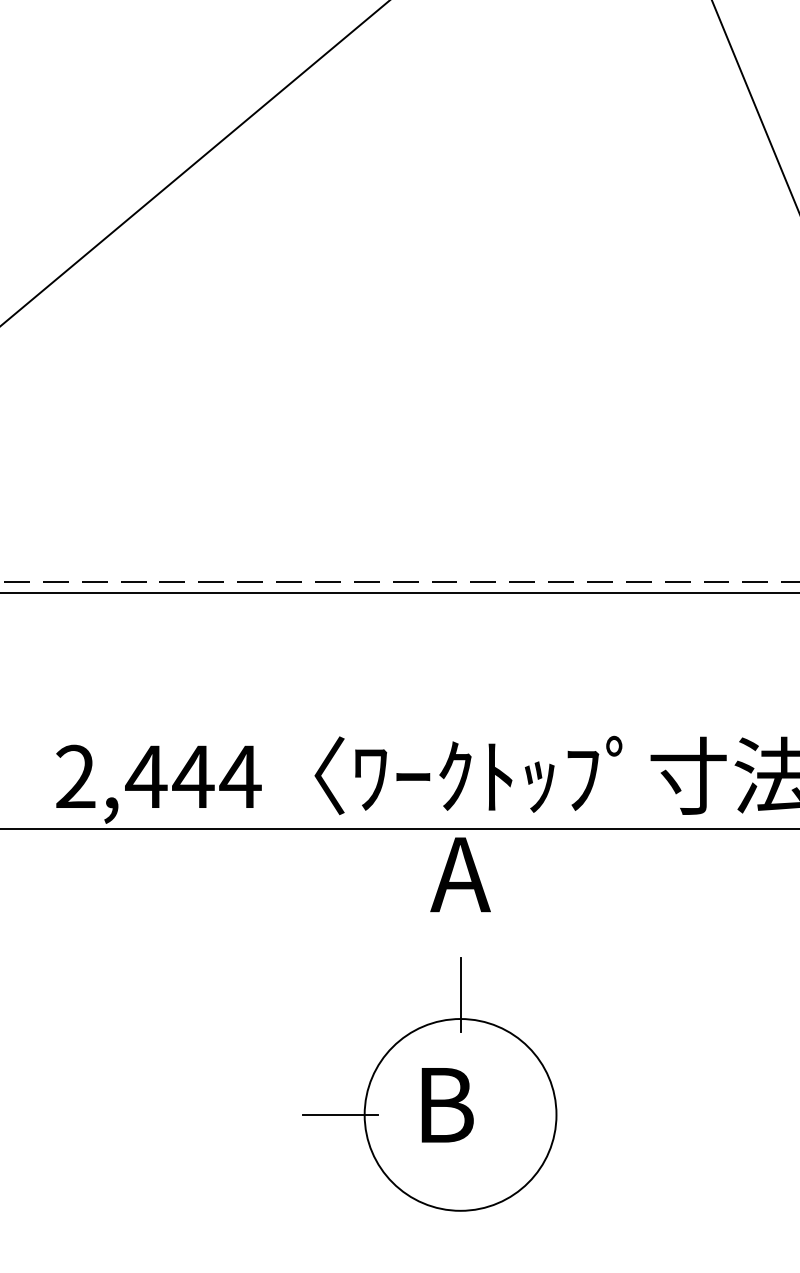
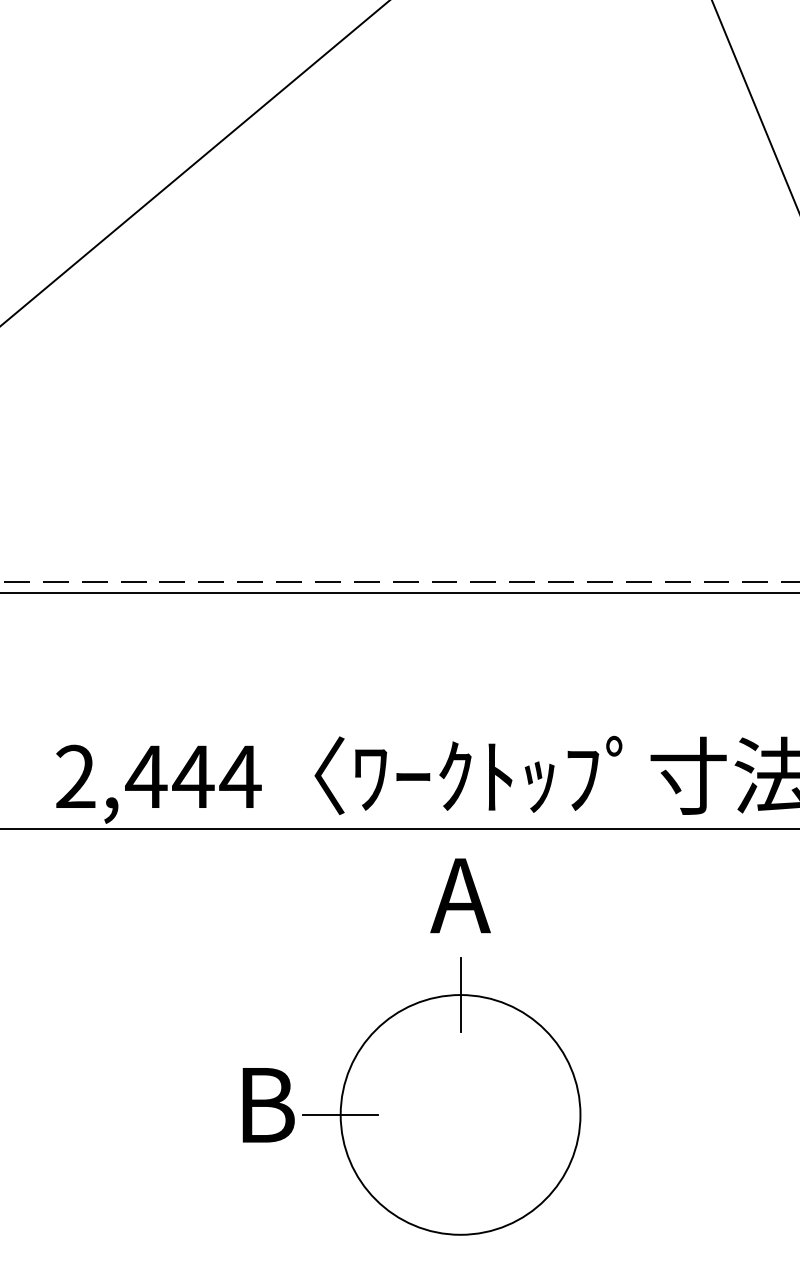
text at (460, 874) position: (460, 874) -> (460, 895)
text at (447, 1105) position: (447, 1105) -> (268, 1105)
circle at (460, 1114) diameter: 192 px -> 240 px
